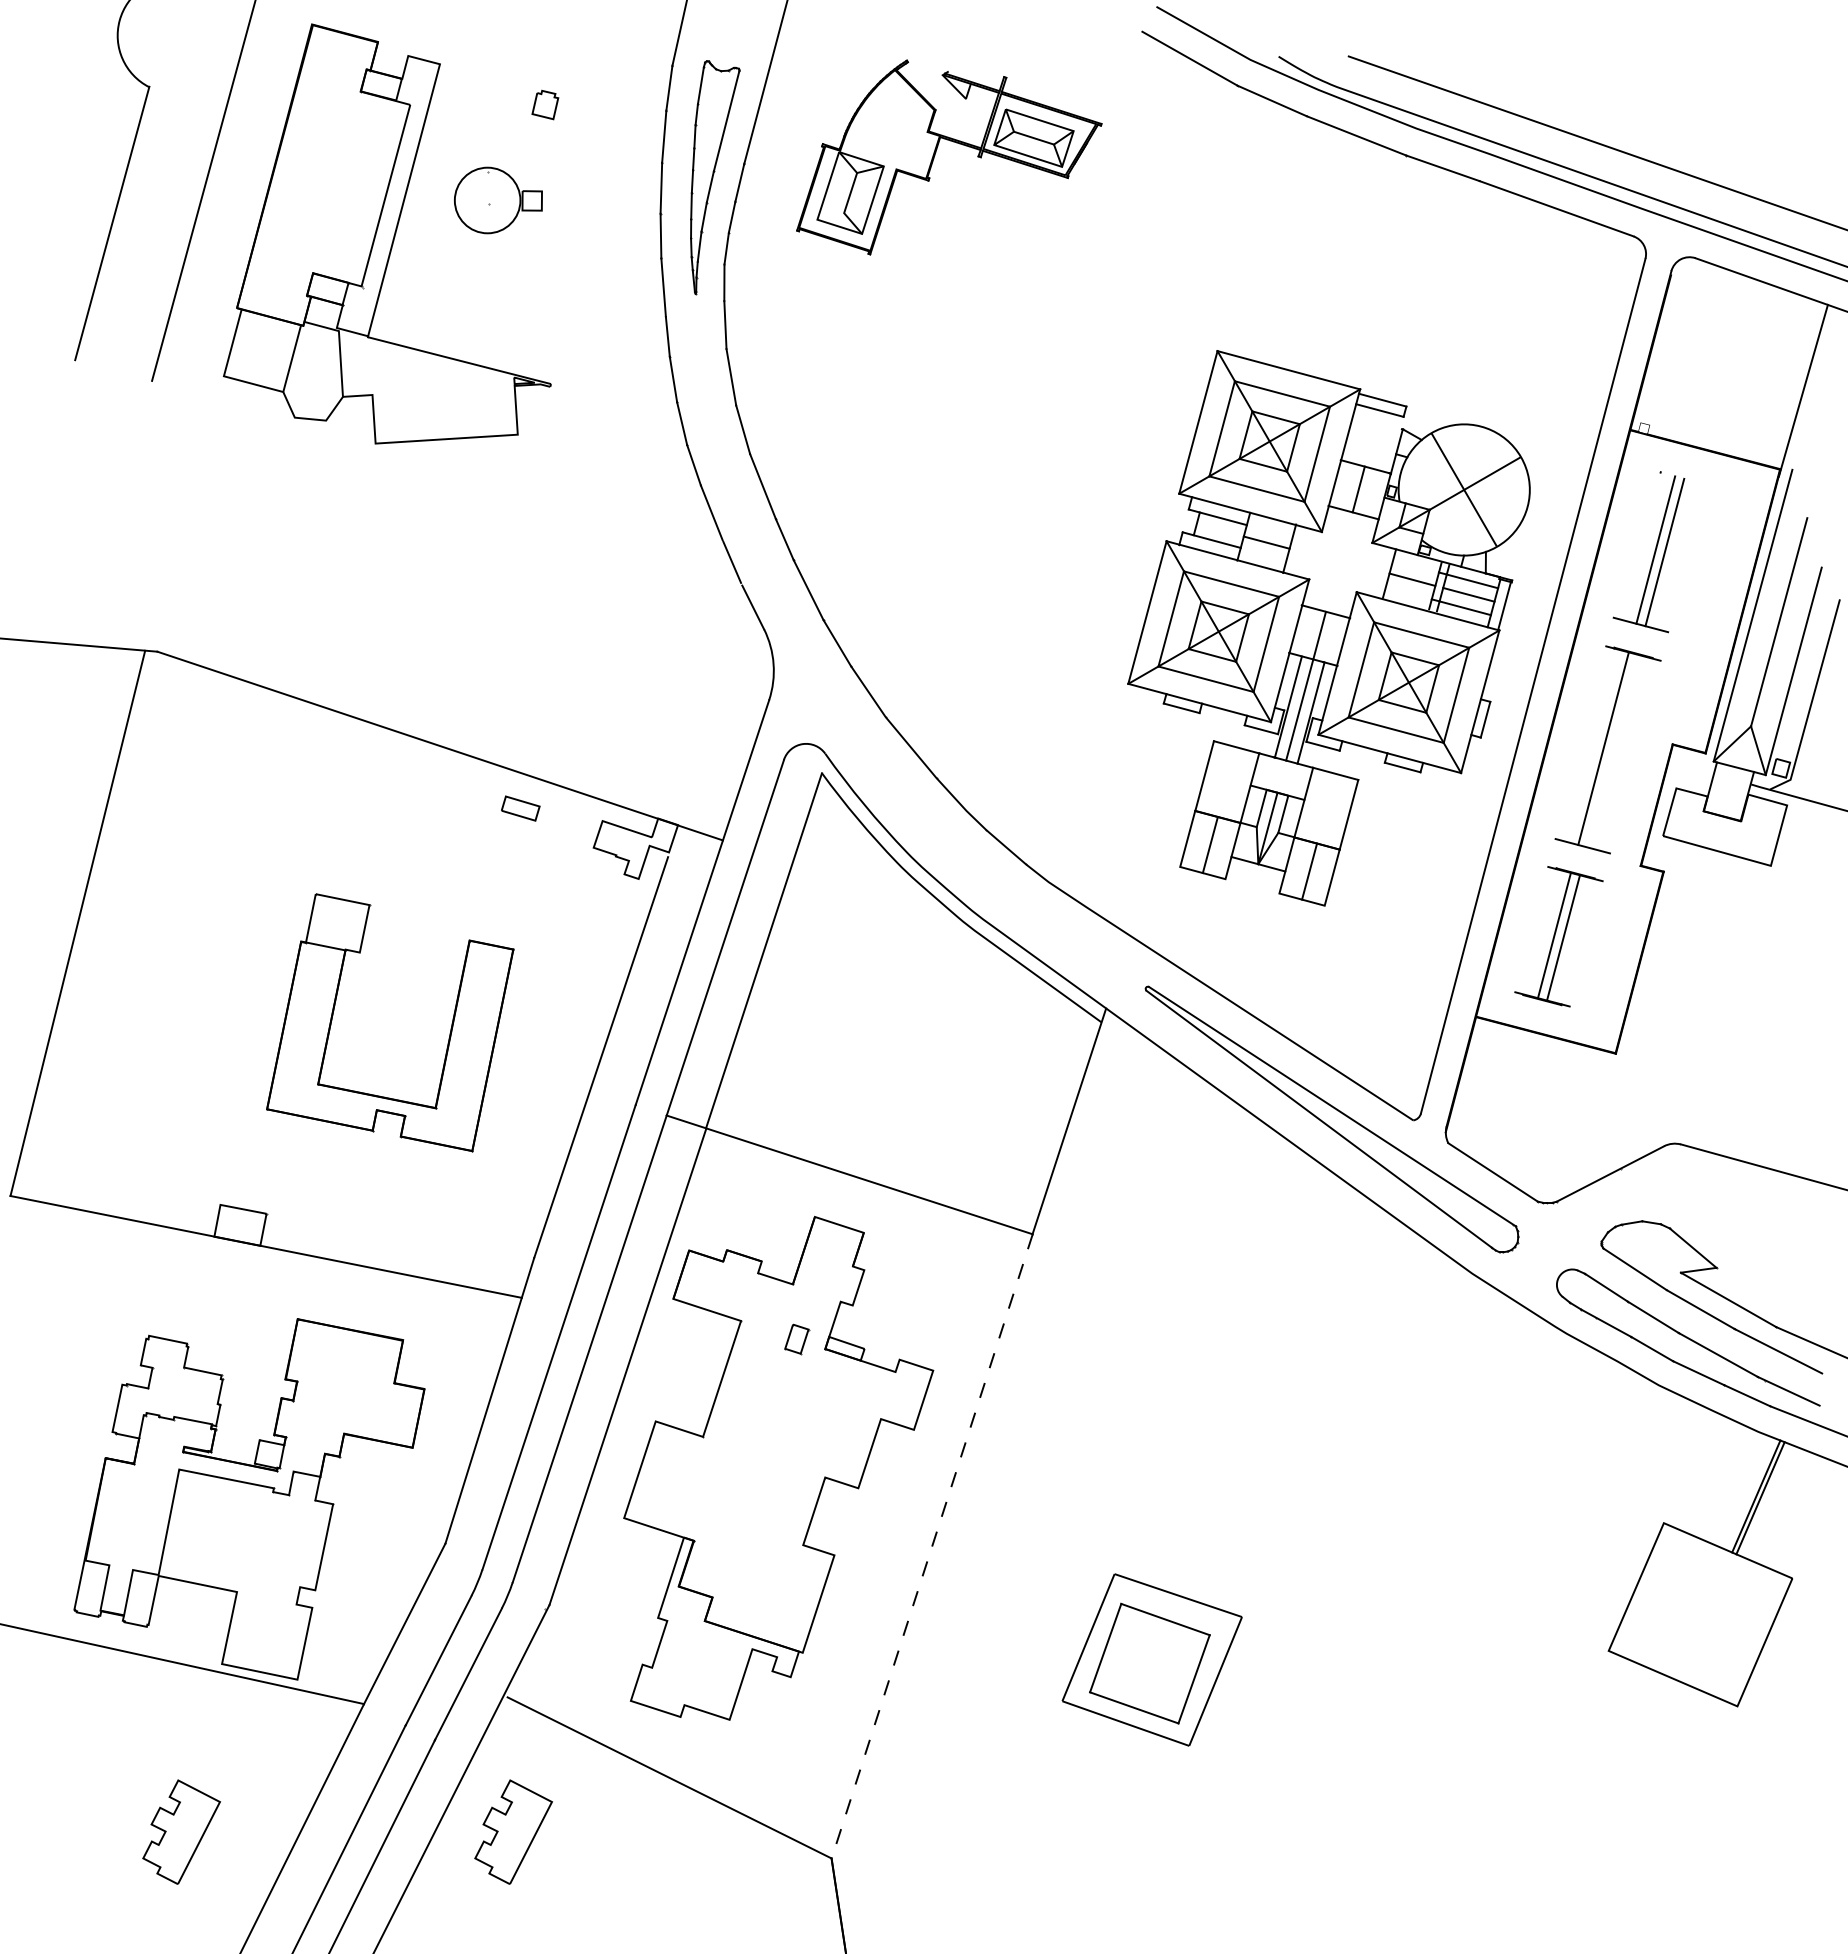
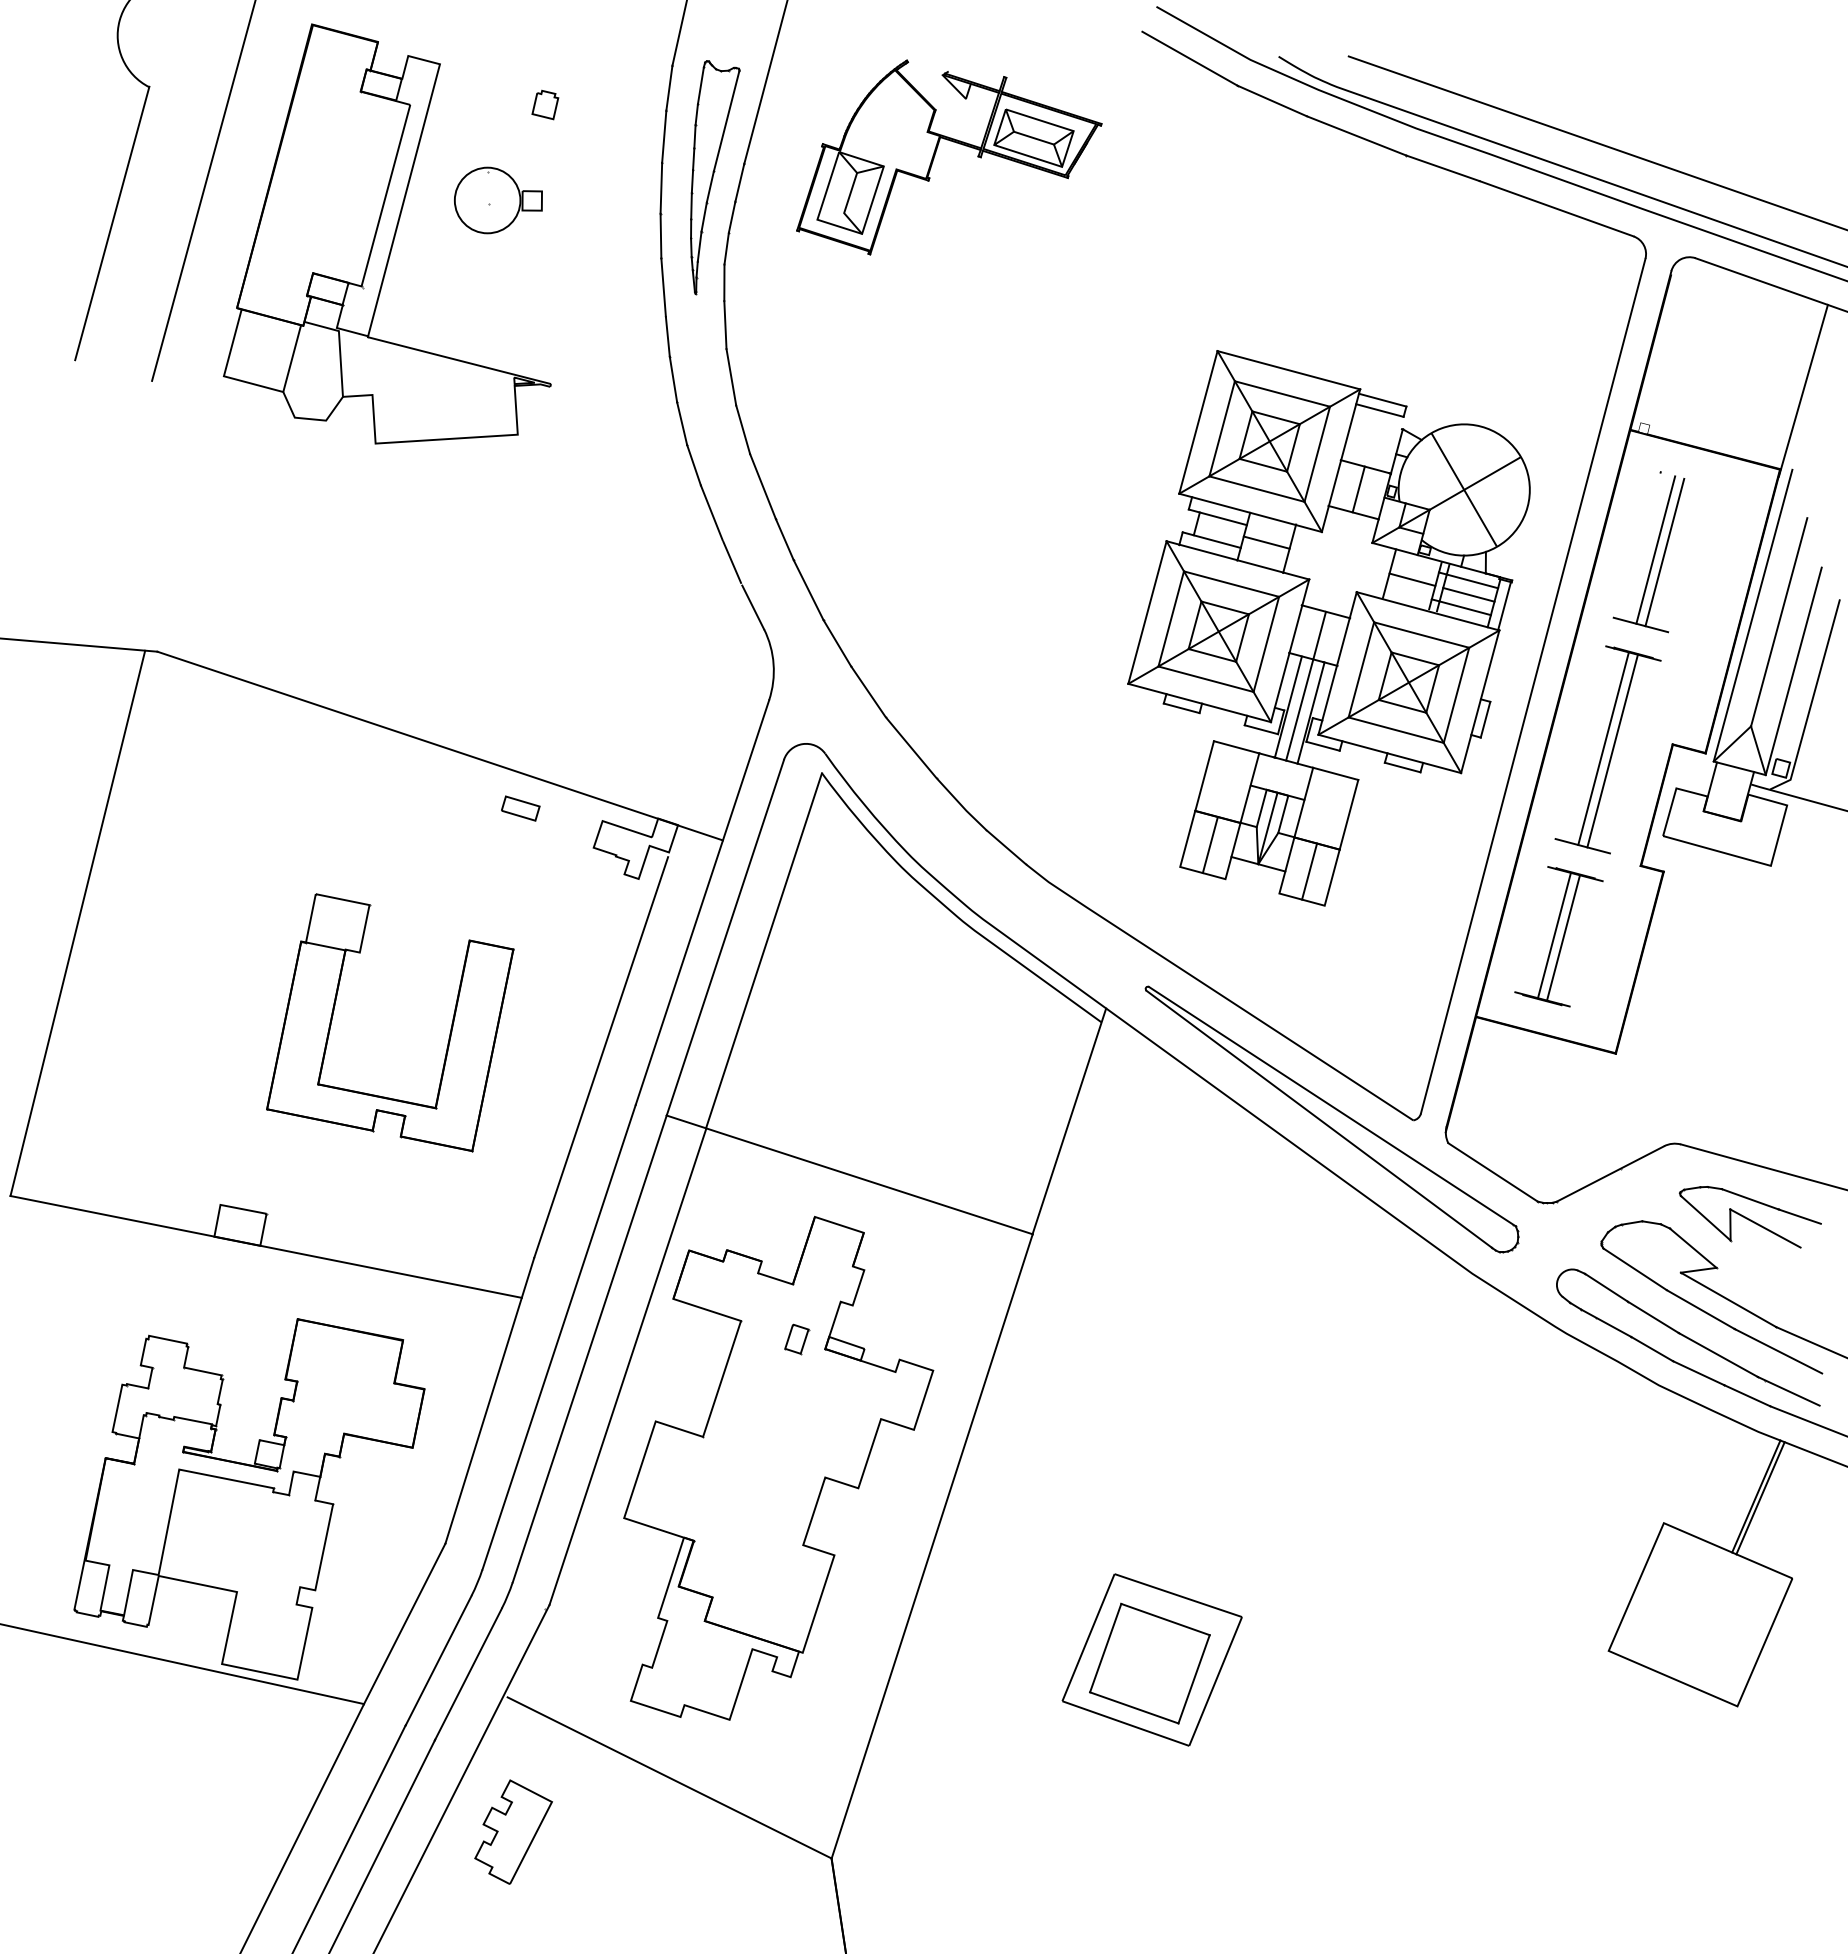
line at (1612, 750): none -> present
part at (1749, 1217): none -> present
line at (932, 1546): dashed -> solid
part at (181, 1831): present -> none
